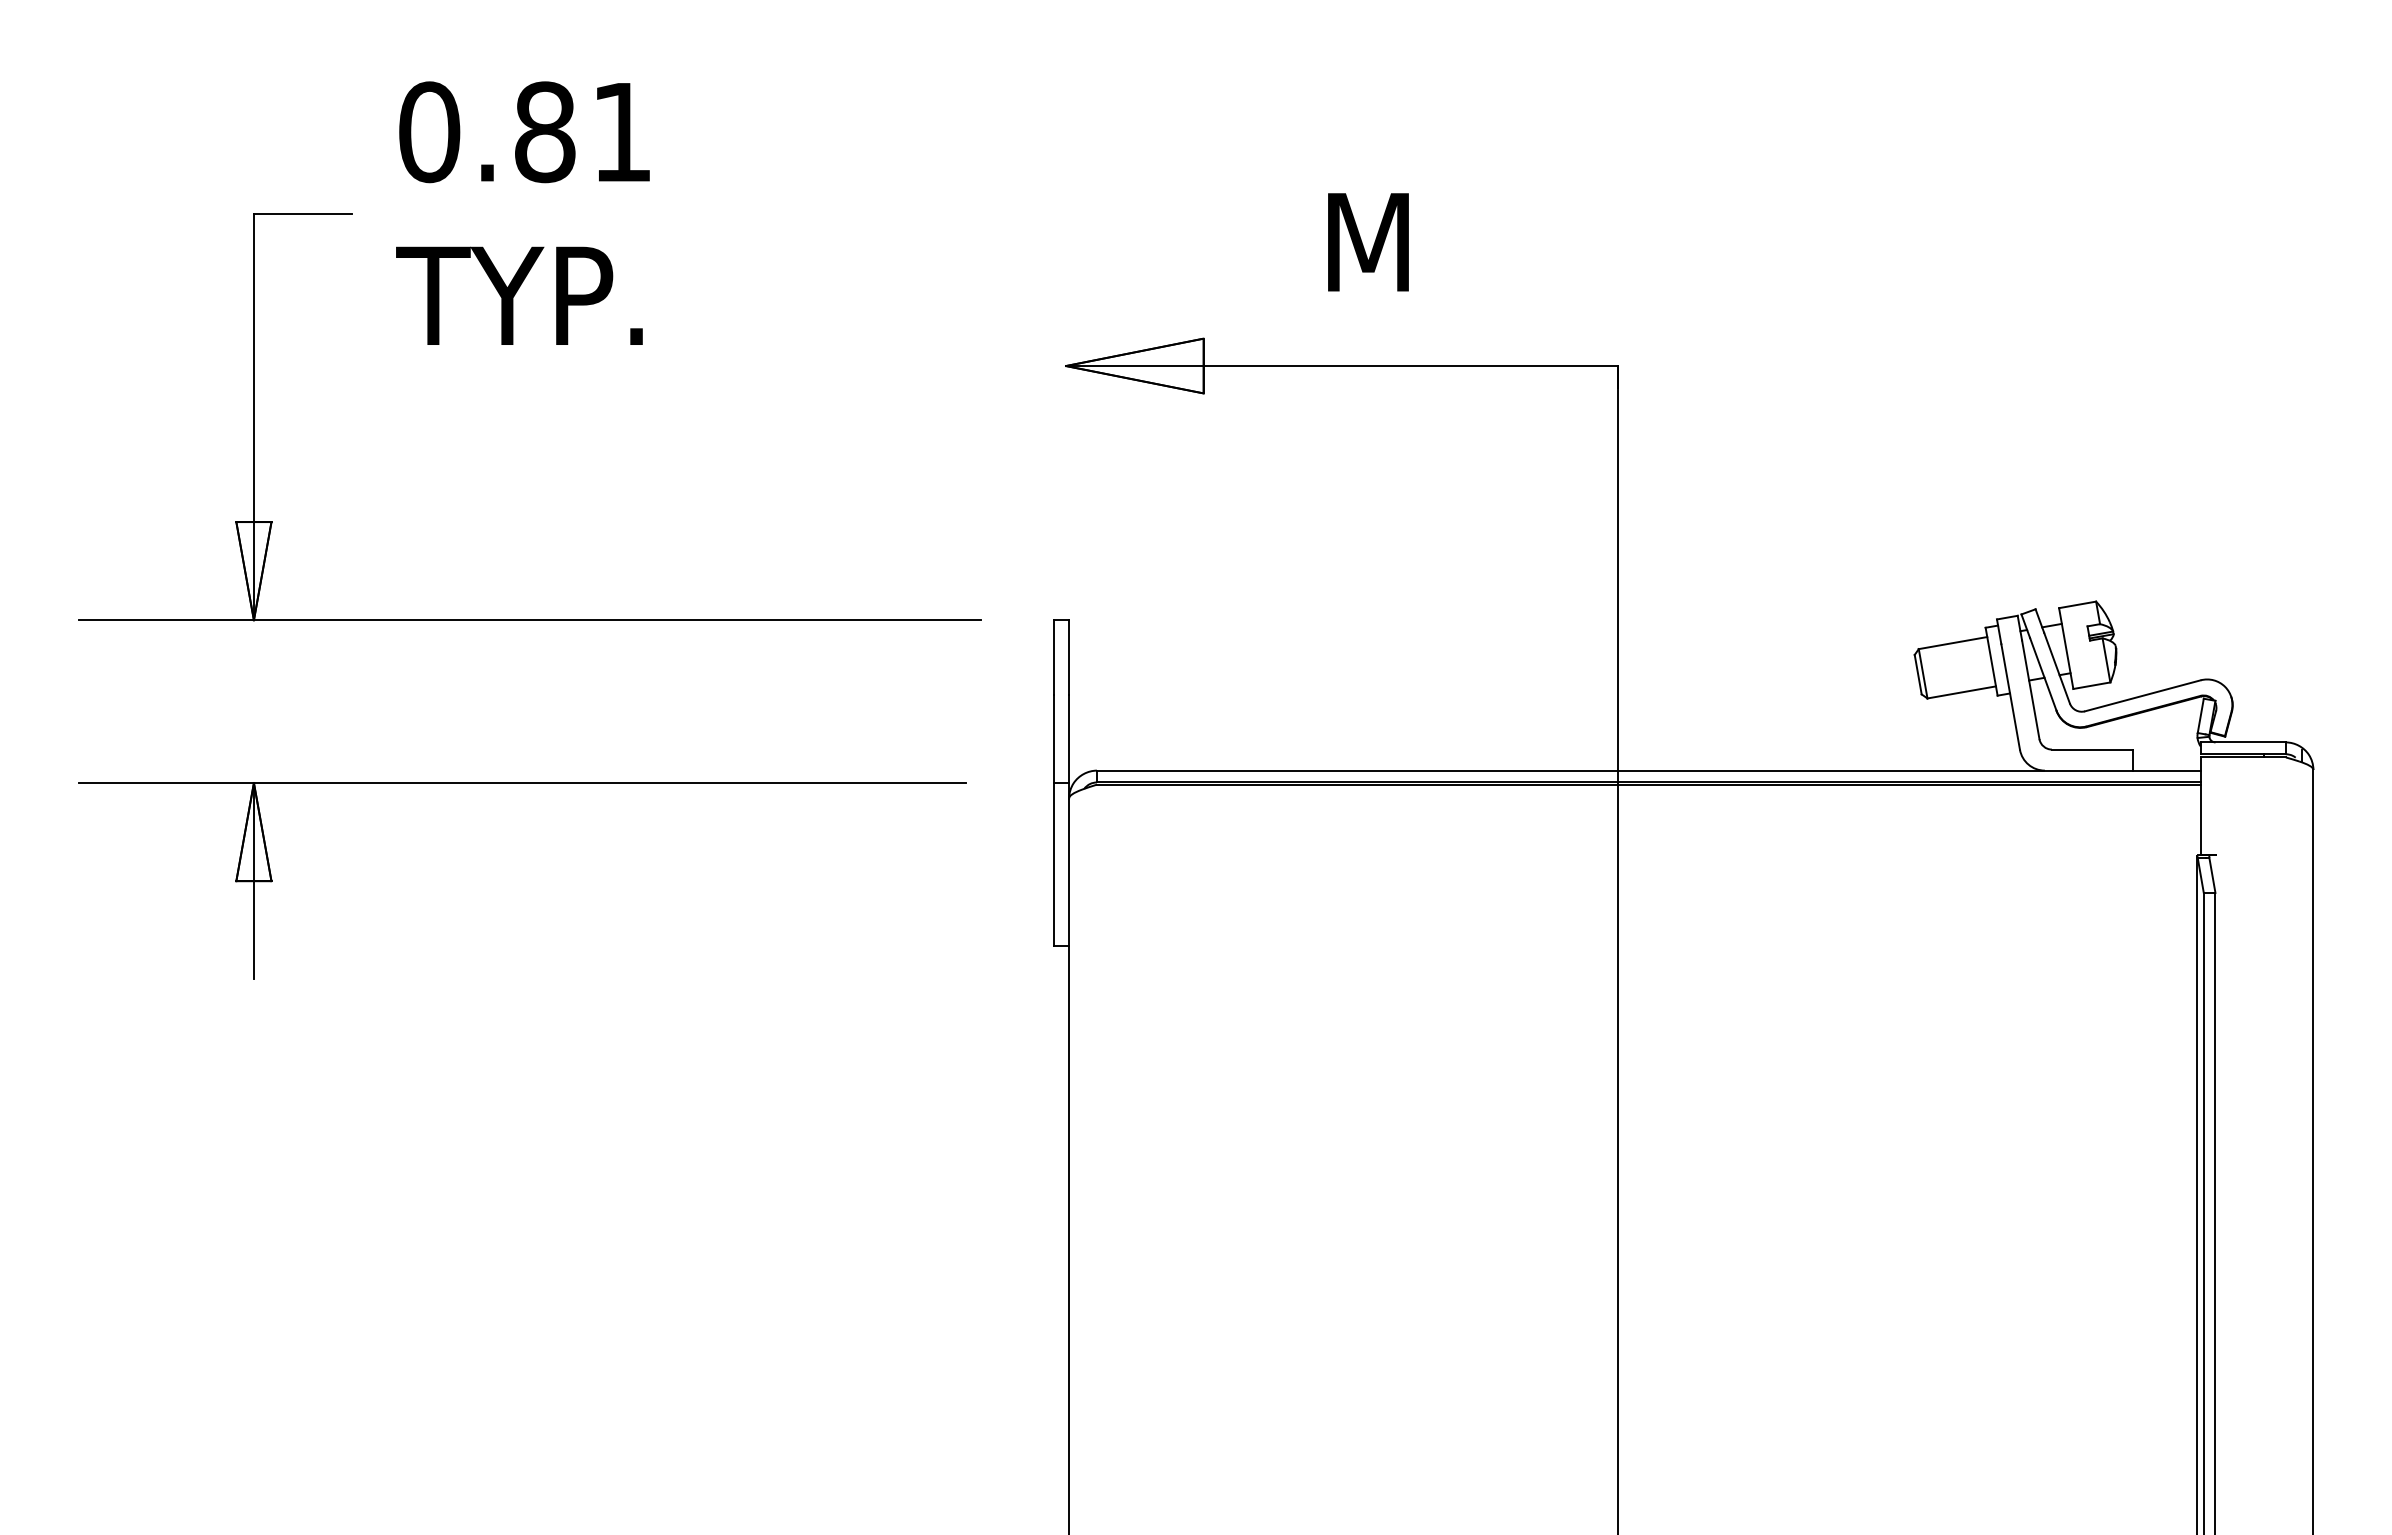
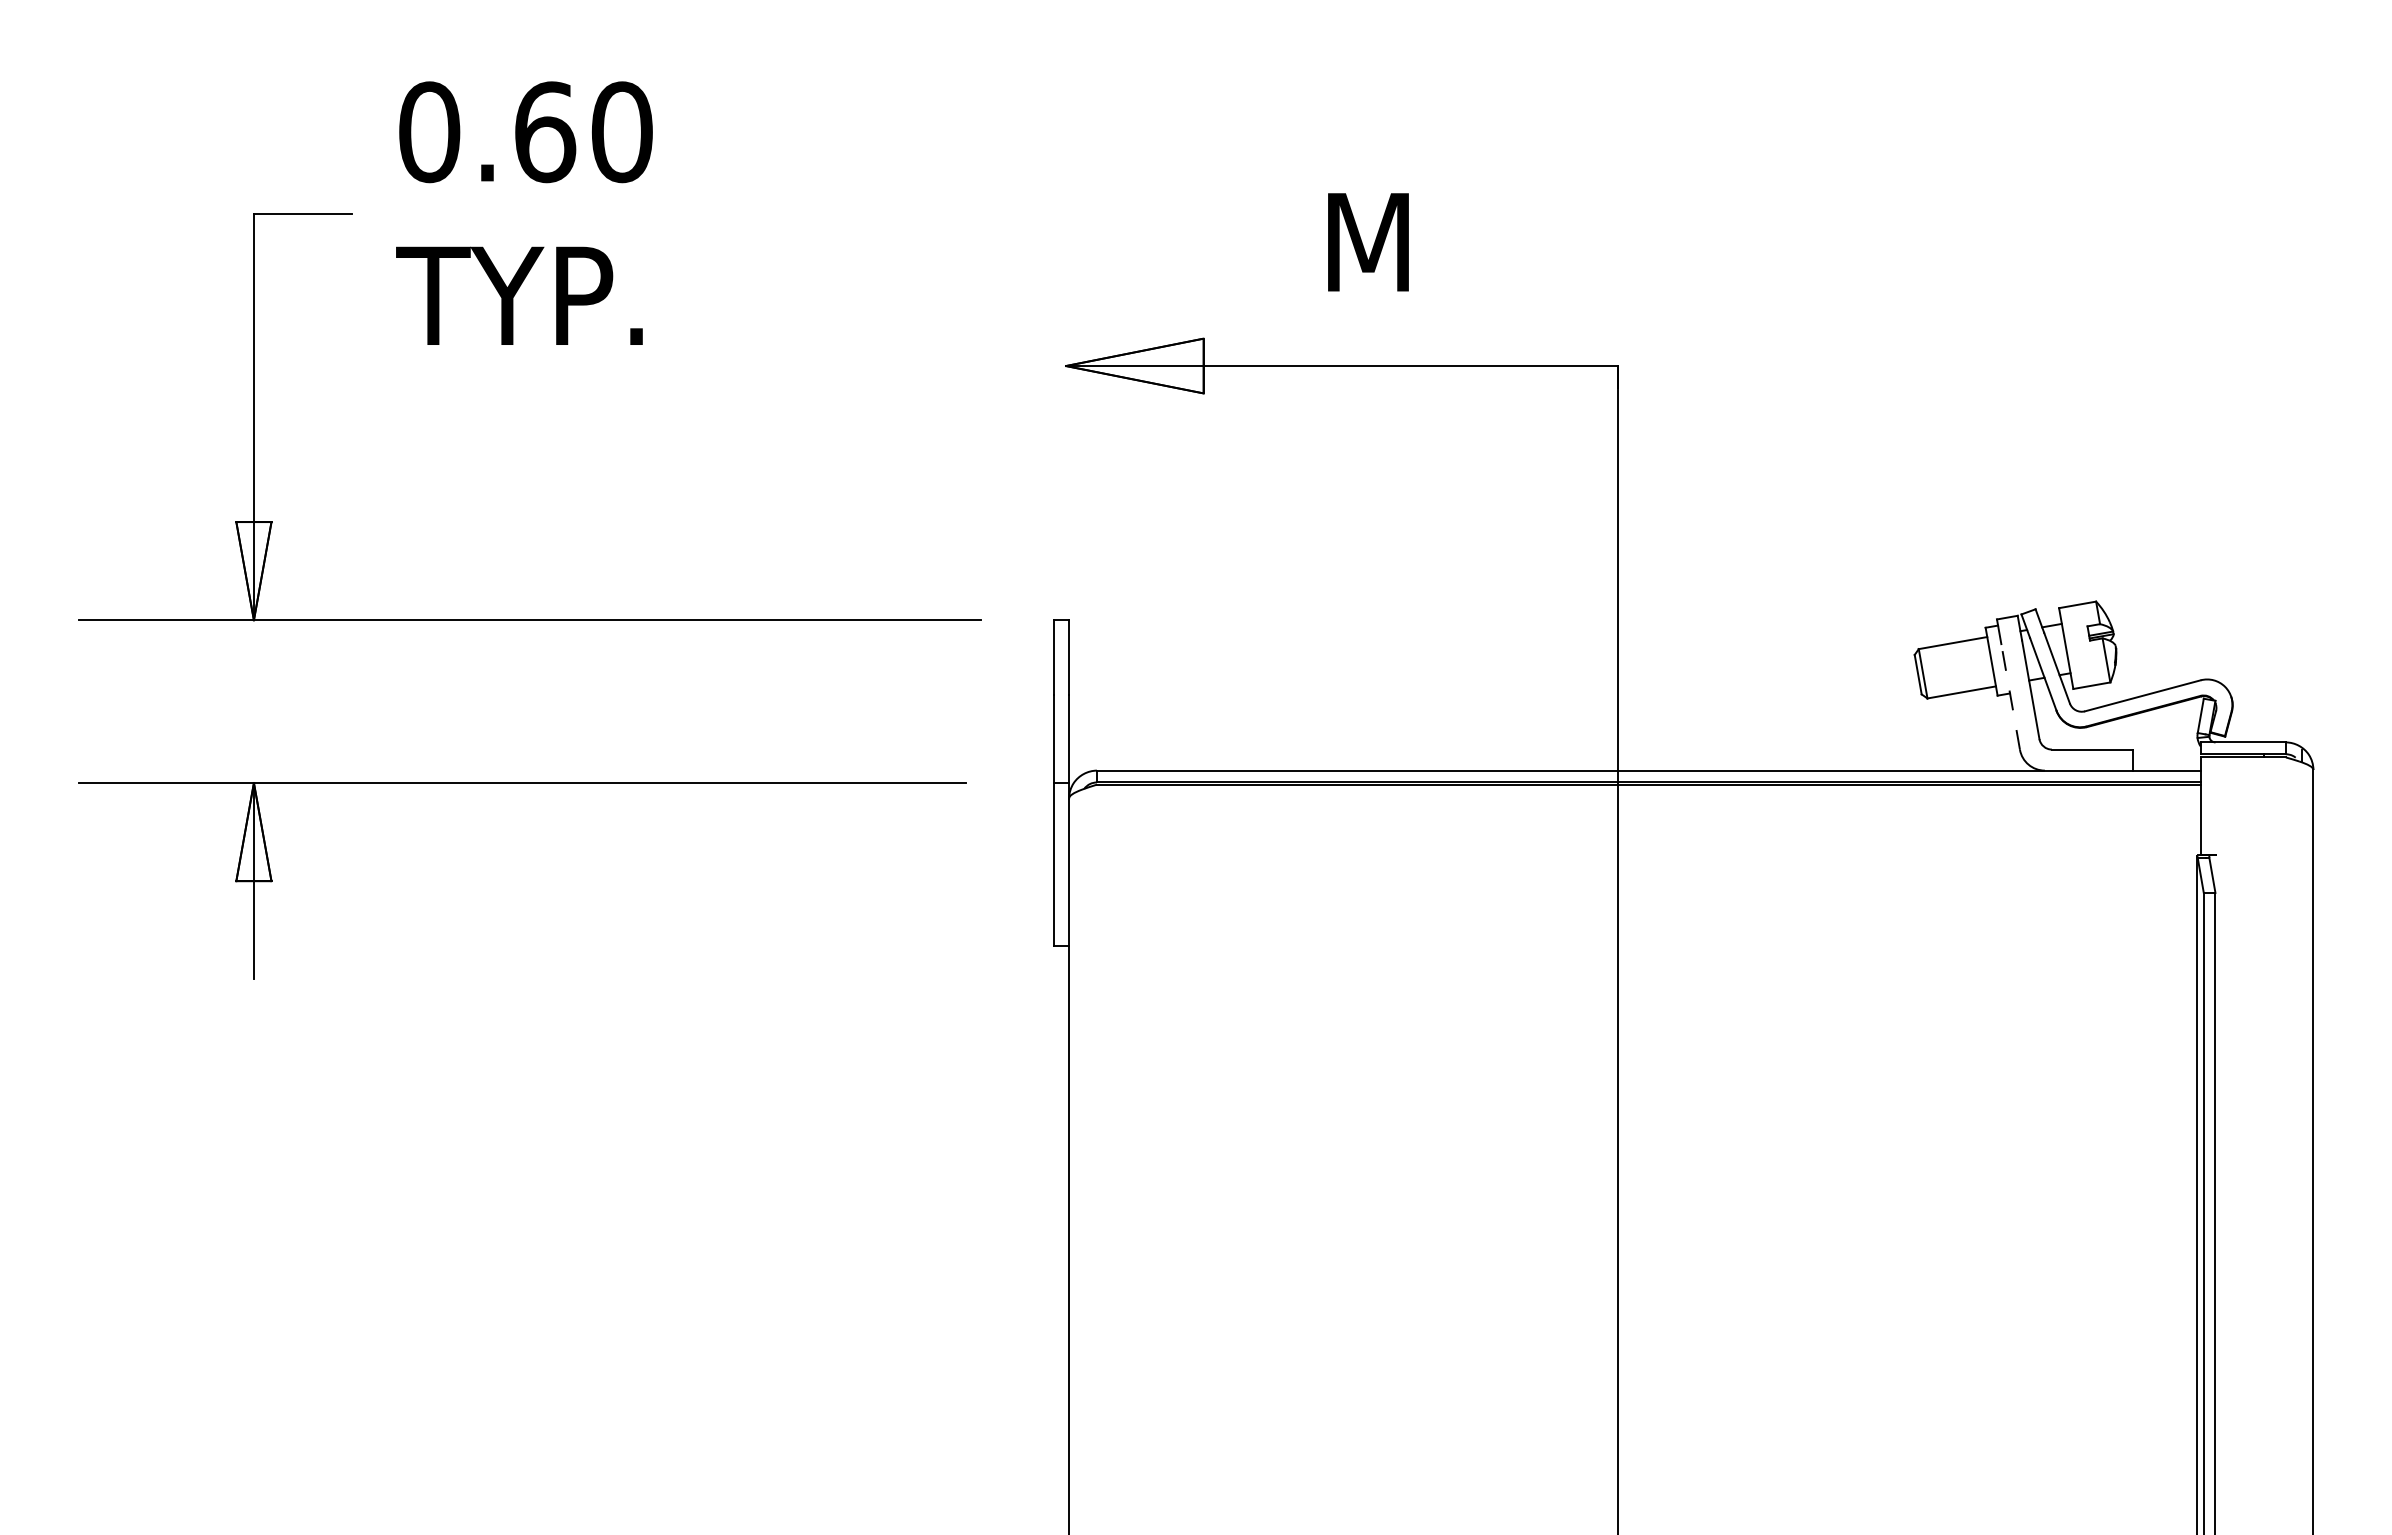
text at (583, 132): 0.81 -> 0.60
line at (2010, 696): solid -> dashed
